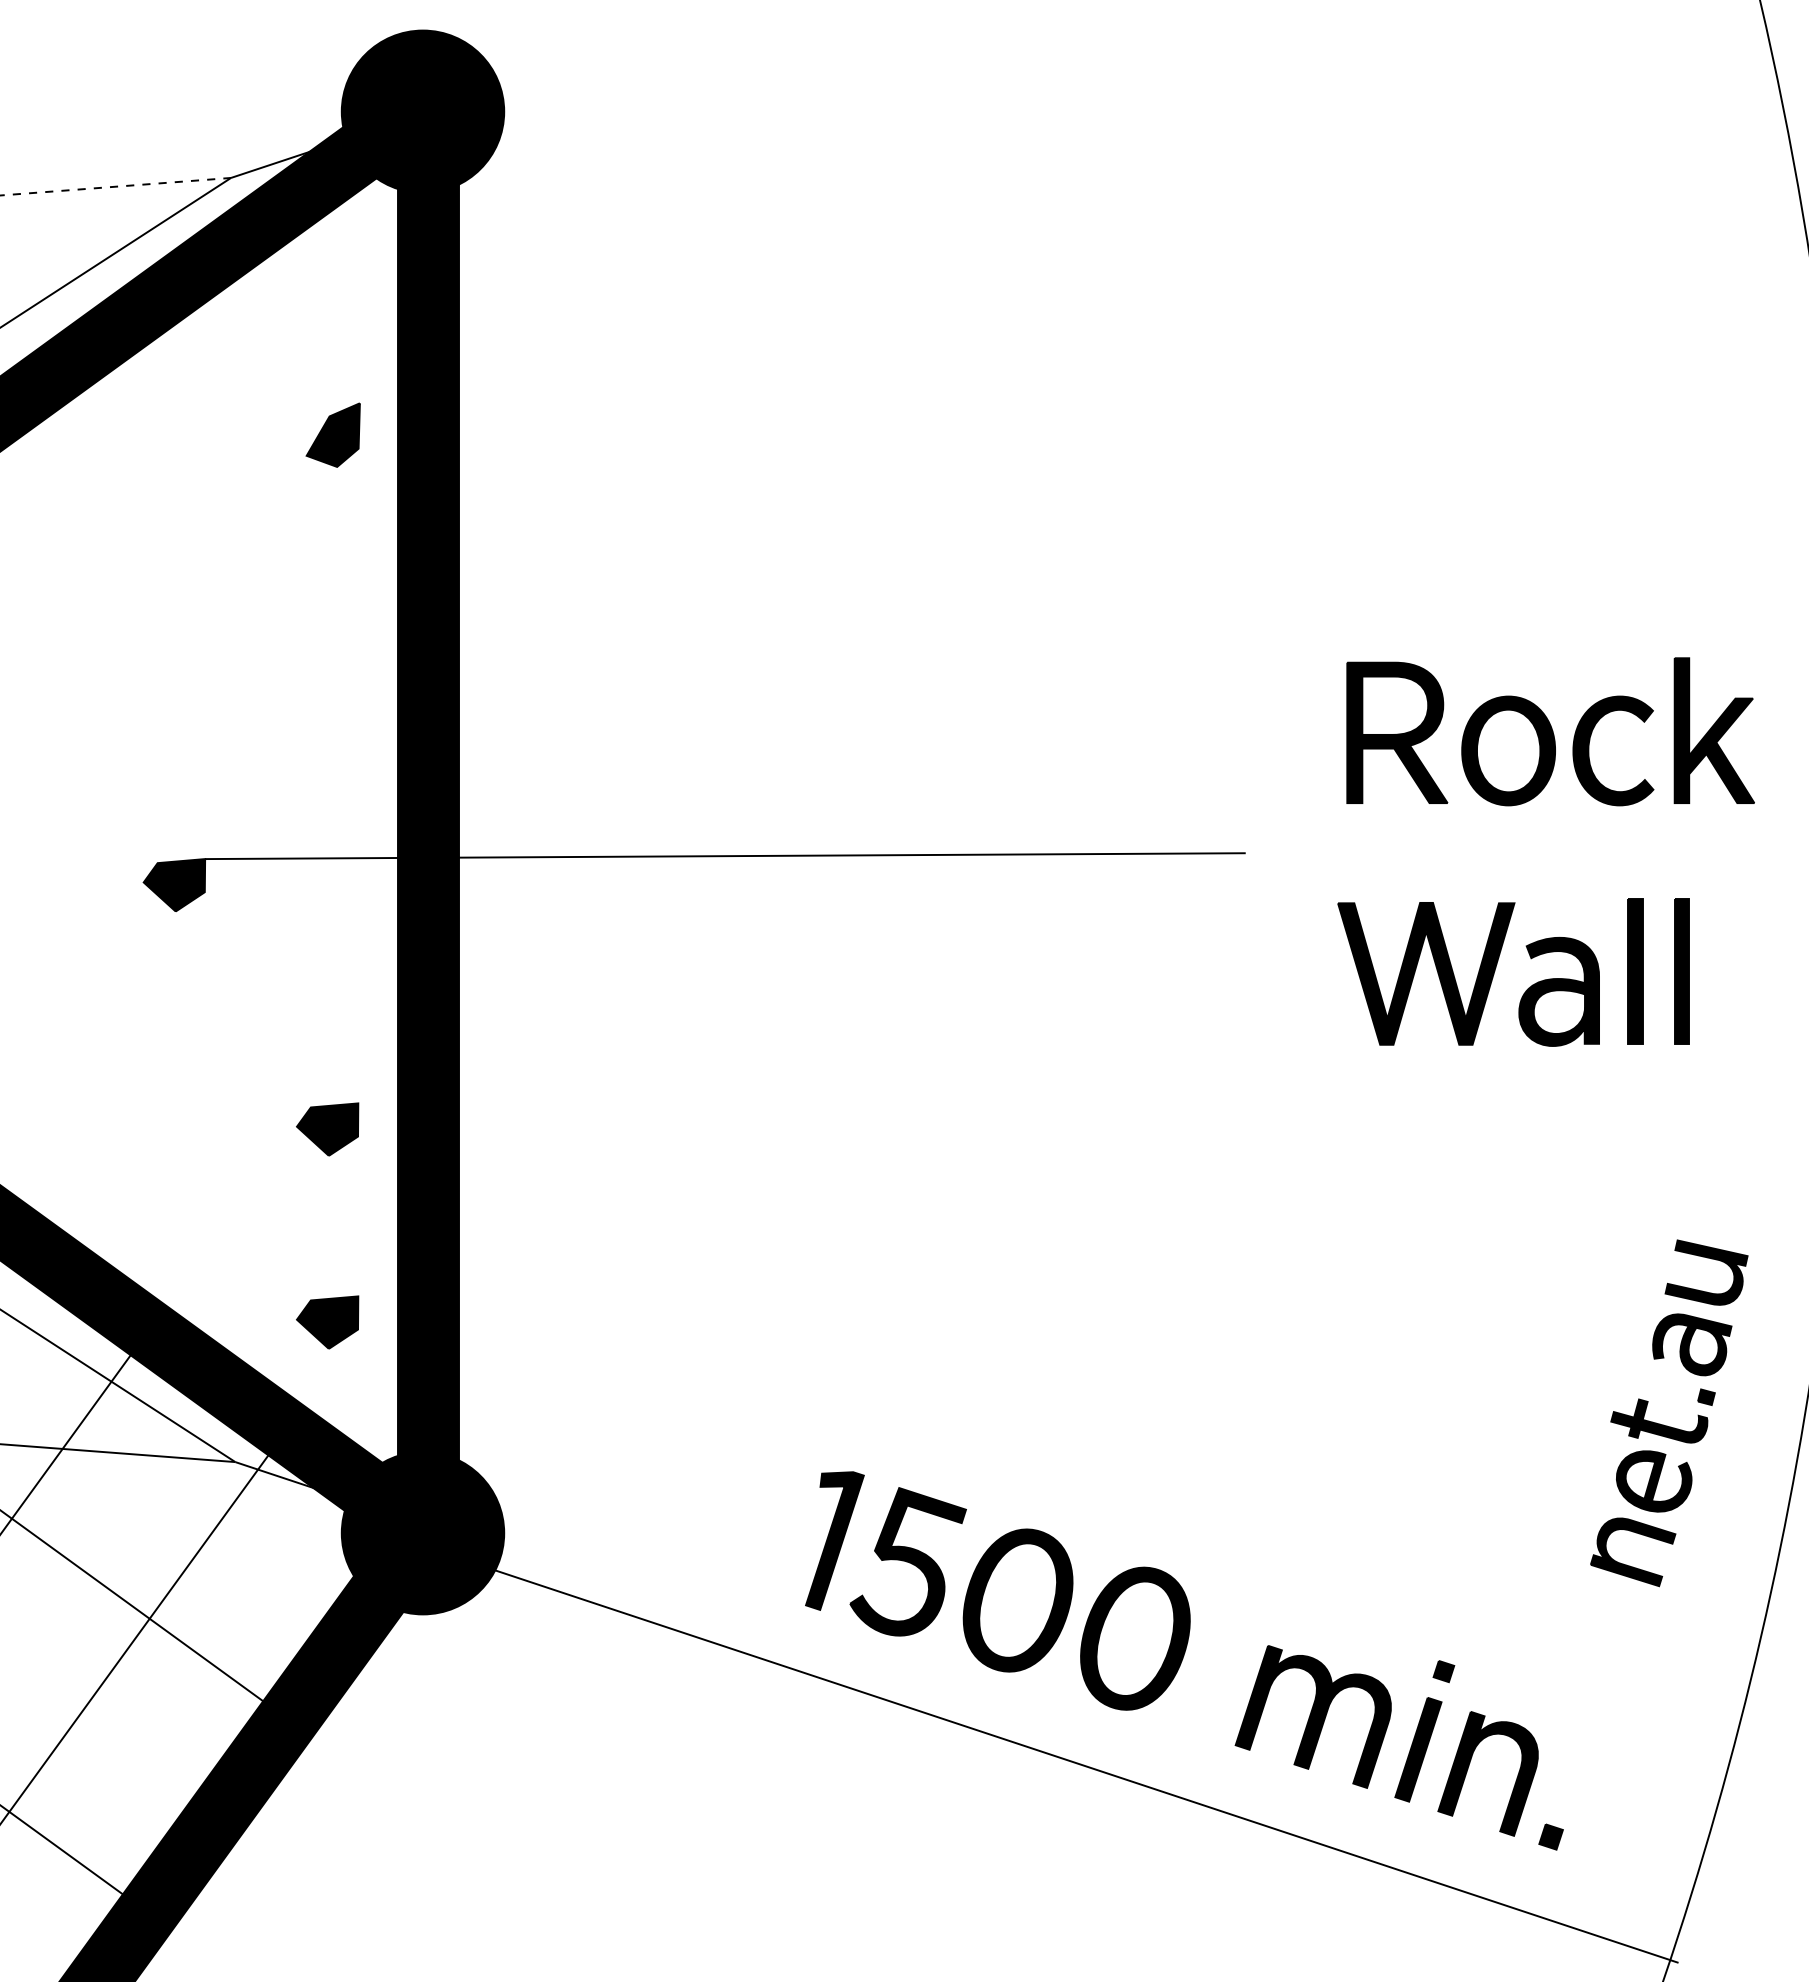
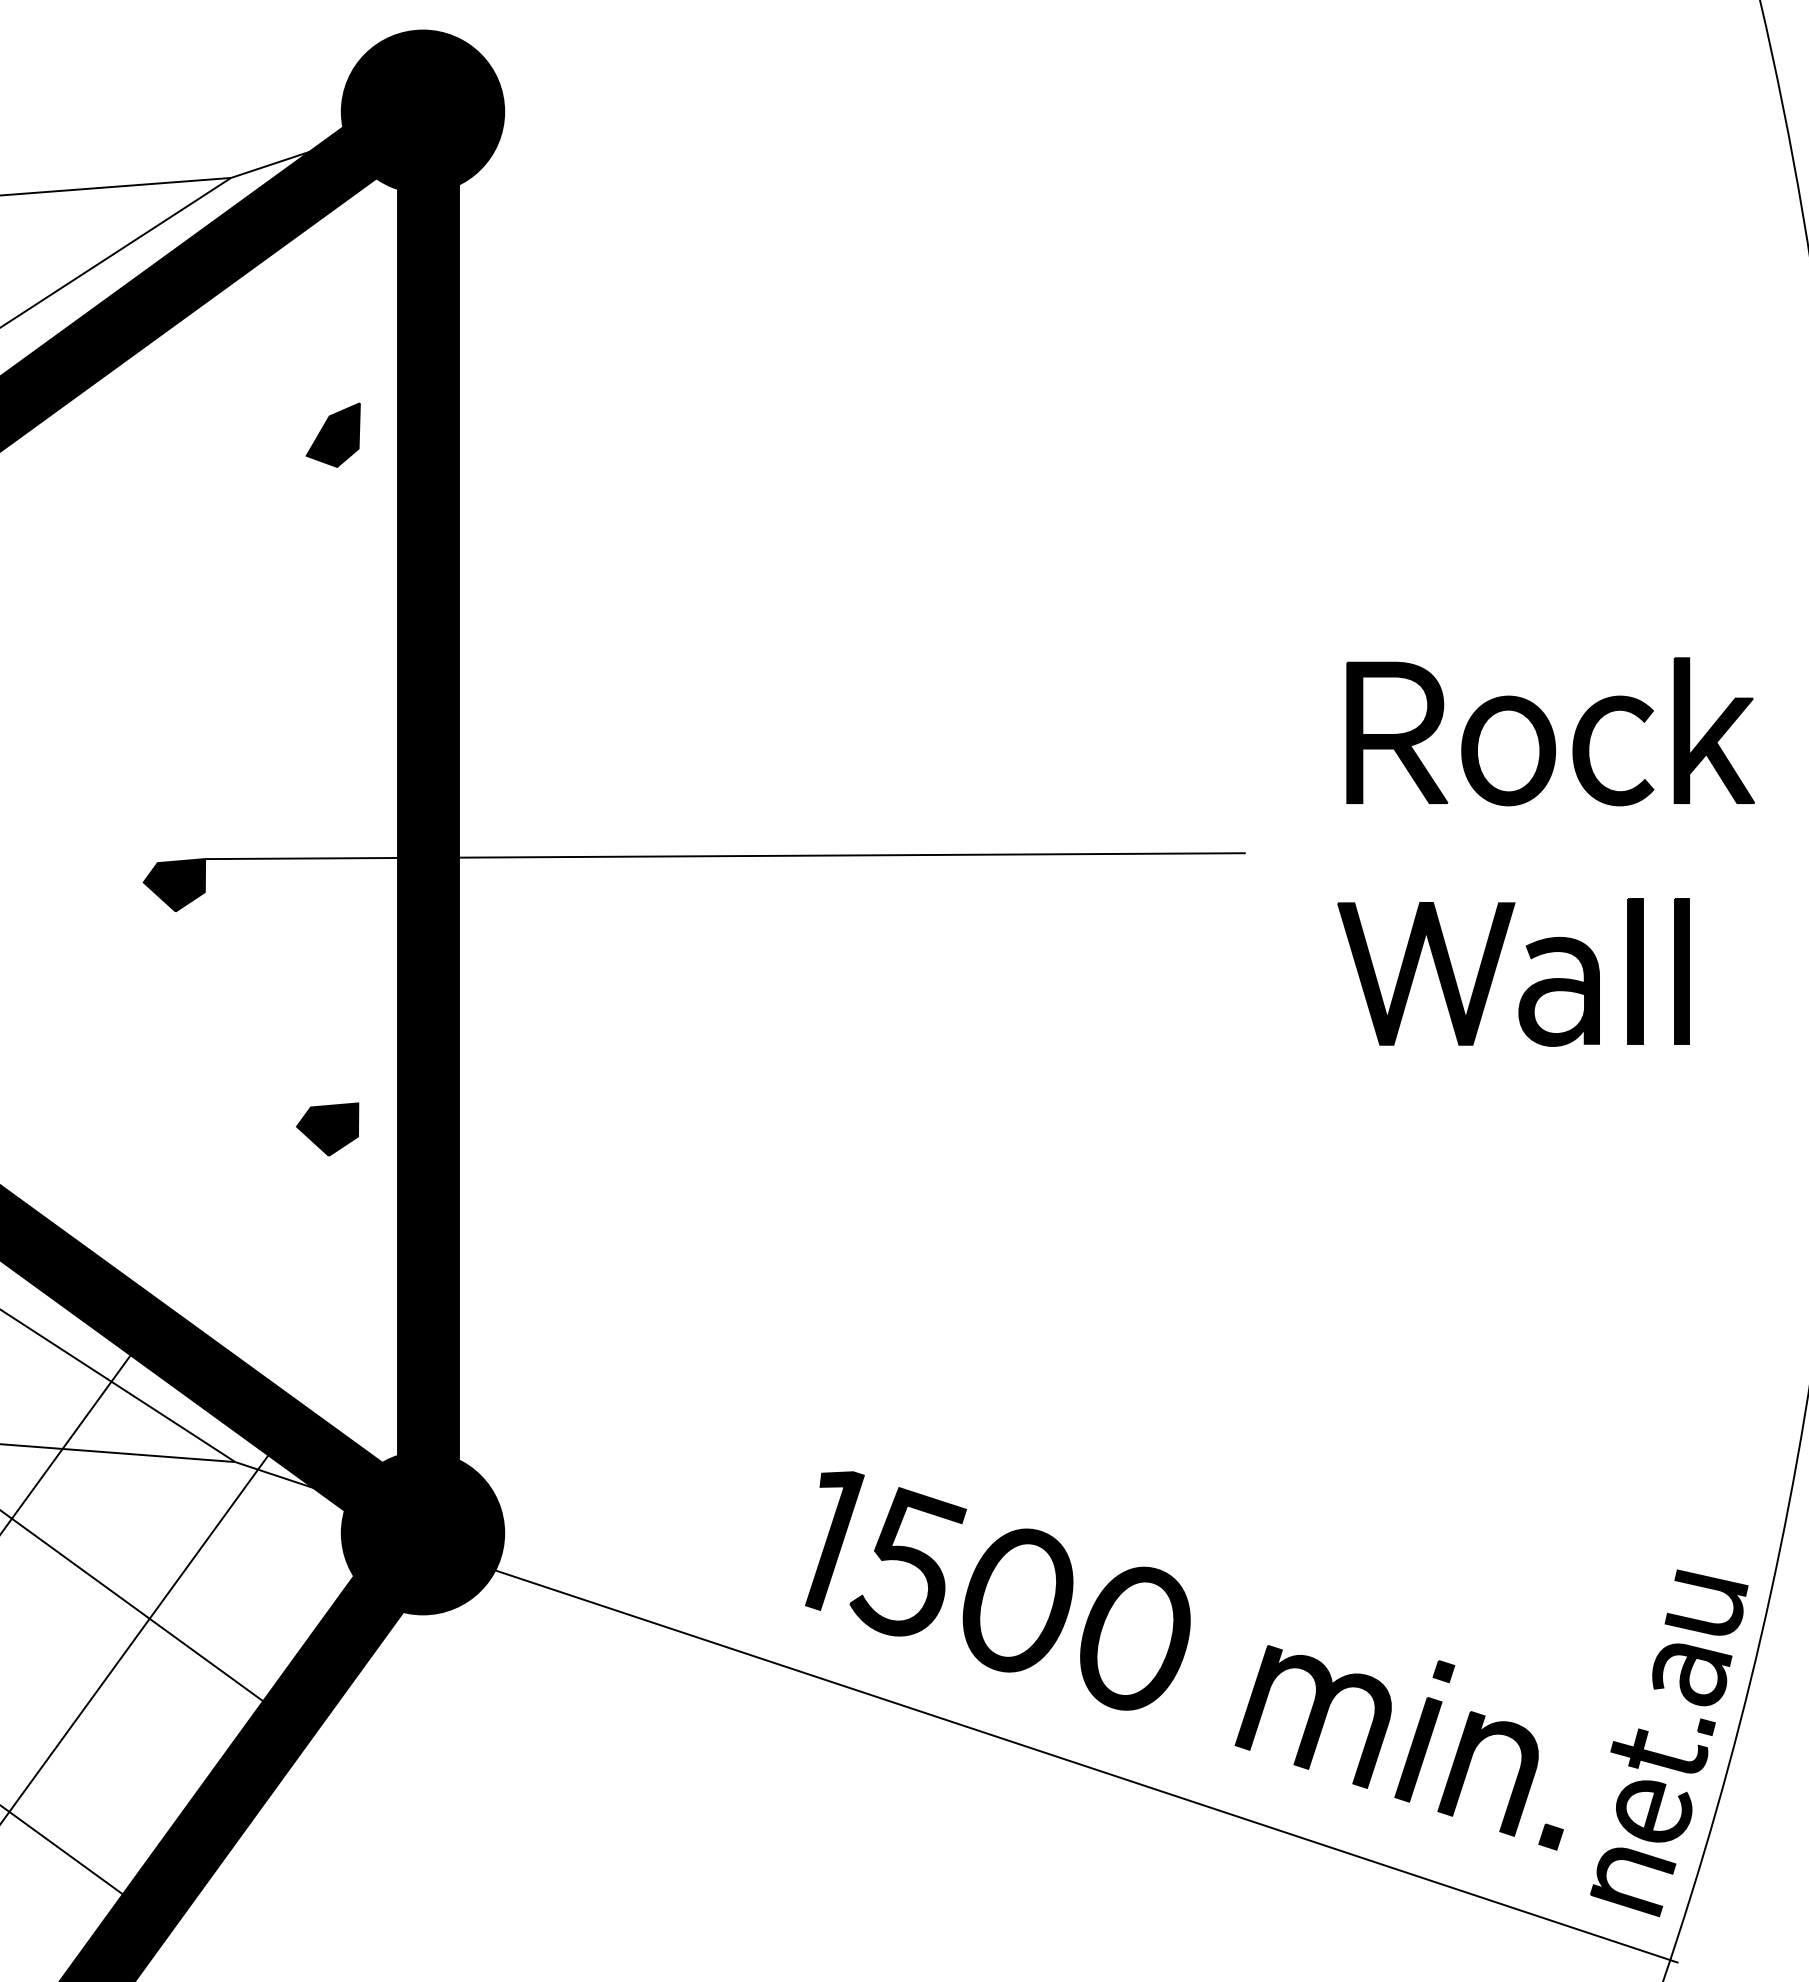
line at (116, 186): dashed -> solid
part at (327, 1322): present -> none
part at (1667, 1425) position: (1667, 1425) -> (1667, 1755)
